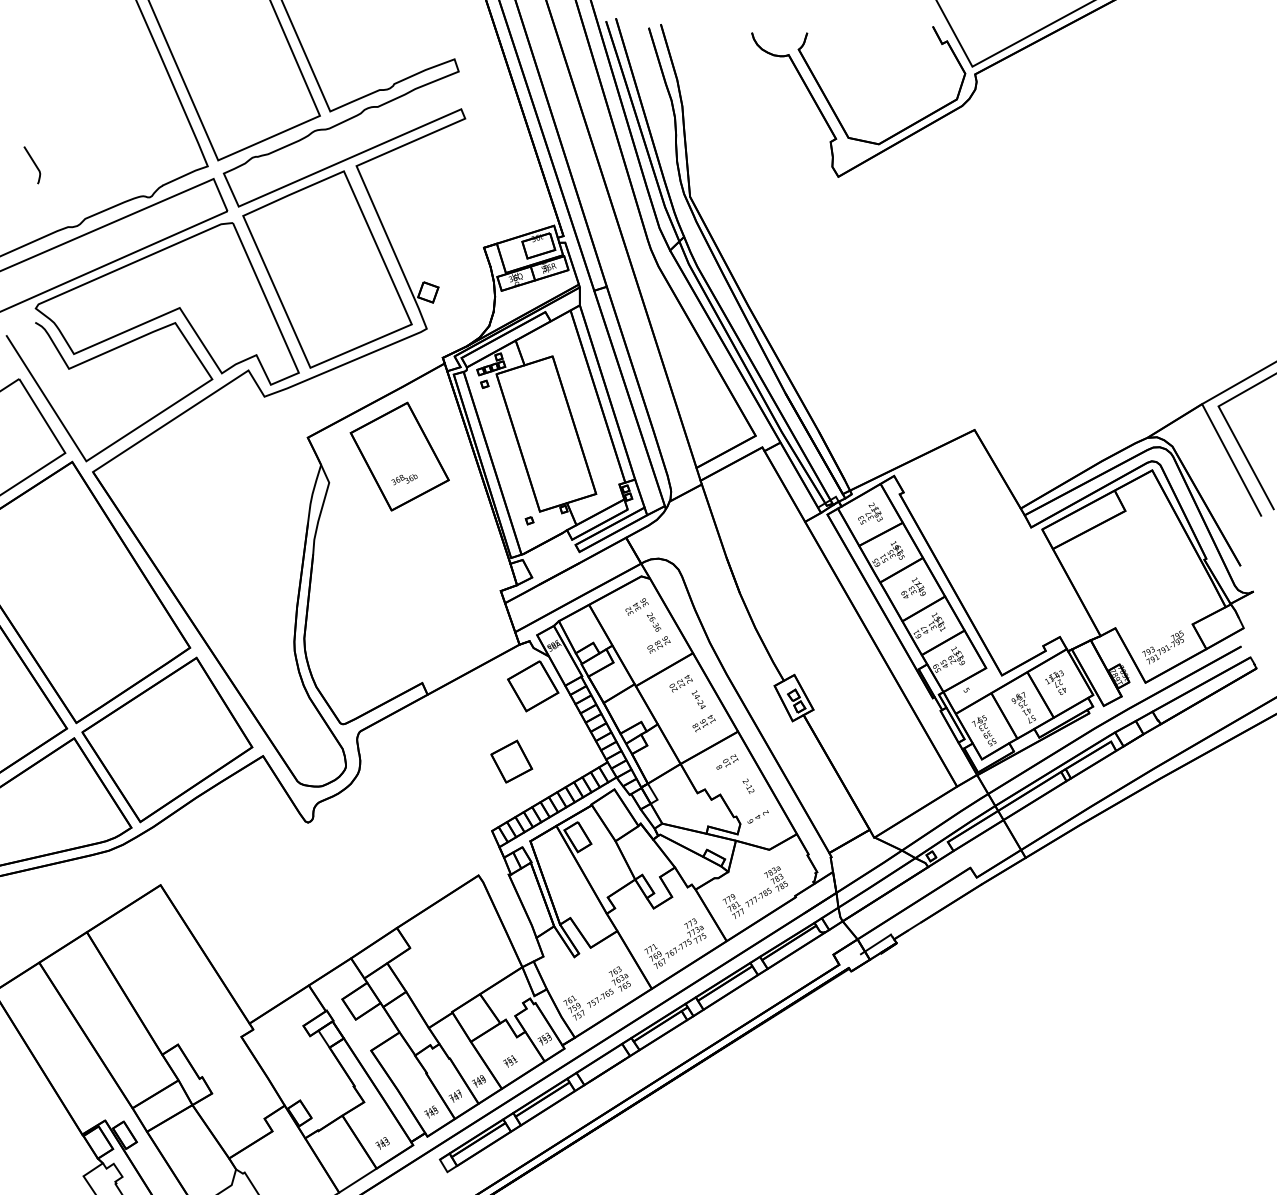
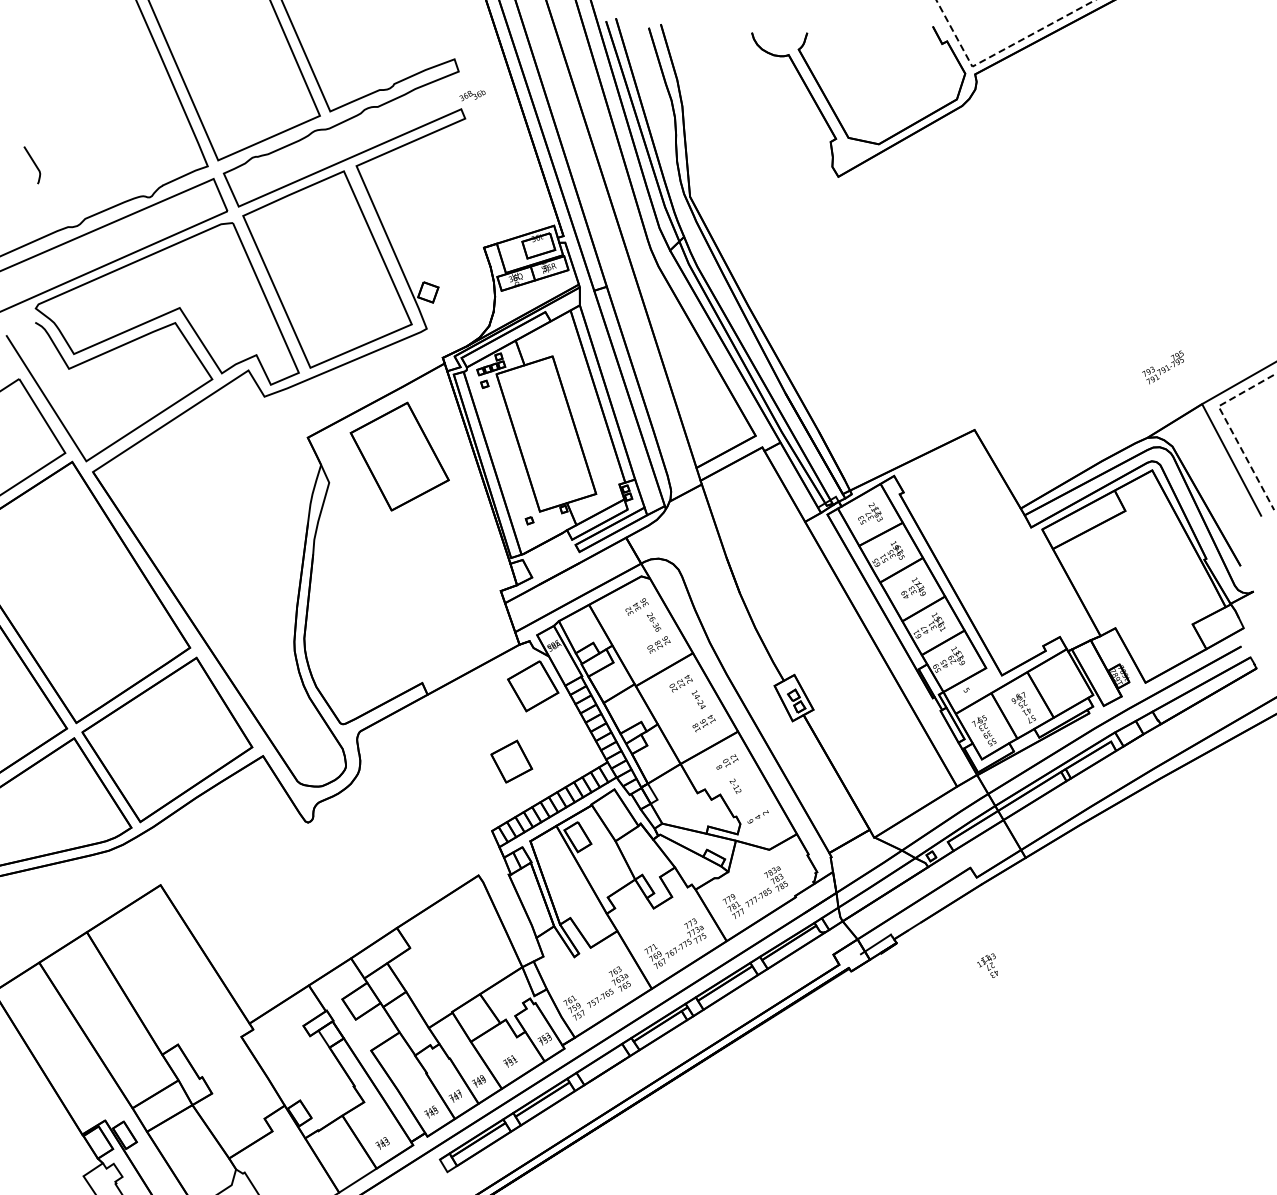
line at (1000, 51): solid -> dashed
line at (1230, 428): solid -> dashed
text at (404, 479) position: (404, 479) -> (472, 95)
text at (1162, 647) position: (1162, 647) -> (1162, 367)
text at (1055, 682) position: (1055, 682) -> (987, 965)
text at (748, 785) position: (748, 785) -> (735, 785)
